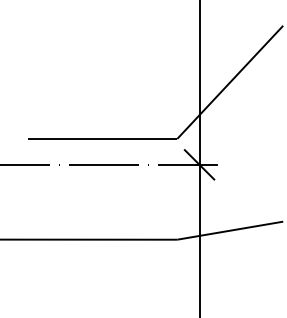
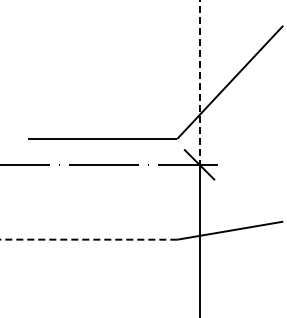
line at (199, 82): solid -> dashed
line at (88, 239): solid -> dashed
